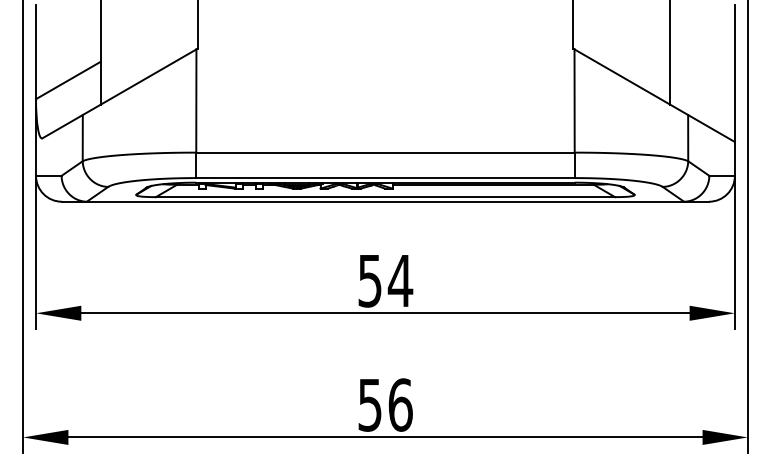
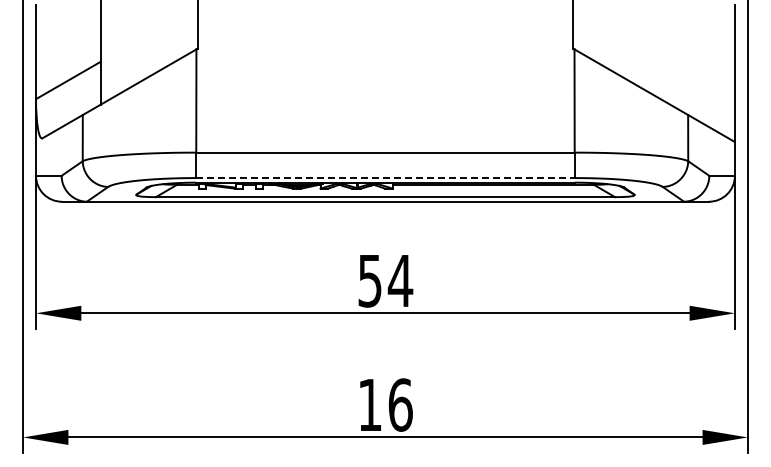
line at (670, 53): present -> none
line at (385, 178): solid -> dashed
text at (369, 405): 56 -> 16
